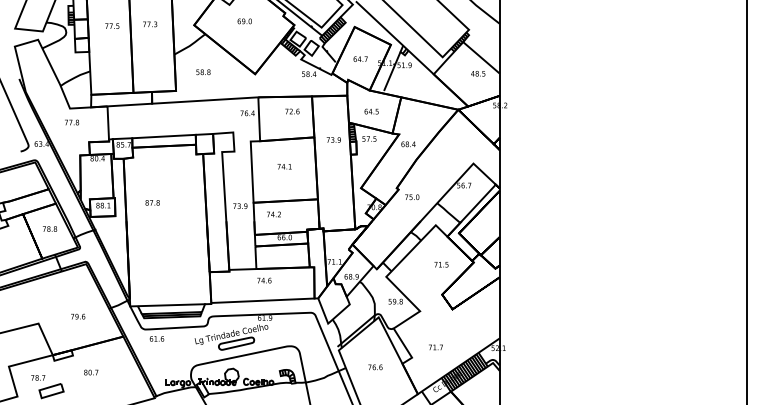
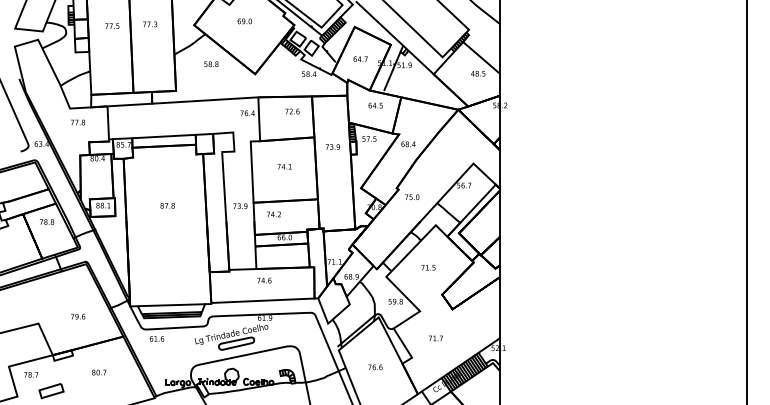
part at (203, 72) position: (203, 72) -> (211, 64)
part at (371, 111) position: (371, 111) -> (375, 105)
part at (72, 122) position: (72, 122) -> (78, 122)
part at (333, 139) position: (333, 139) -> (332, 146)
part at (152, 202) position: (152, 202) -> (167, 205)
part at (50, 228) position: (50, 228) -> (47, 221)
part at (441, 264) position: (441, 264) -> (428, 267)
part at (435, 347) position: (435, 347) -> (435, 338)
part at (91, 372) position: (91, 372) -> (99, 372)
part at (38, 377) position: (38, 377) -> (31, 374)
